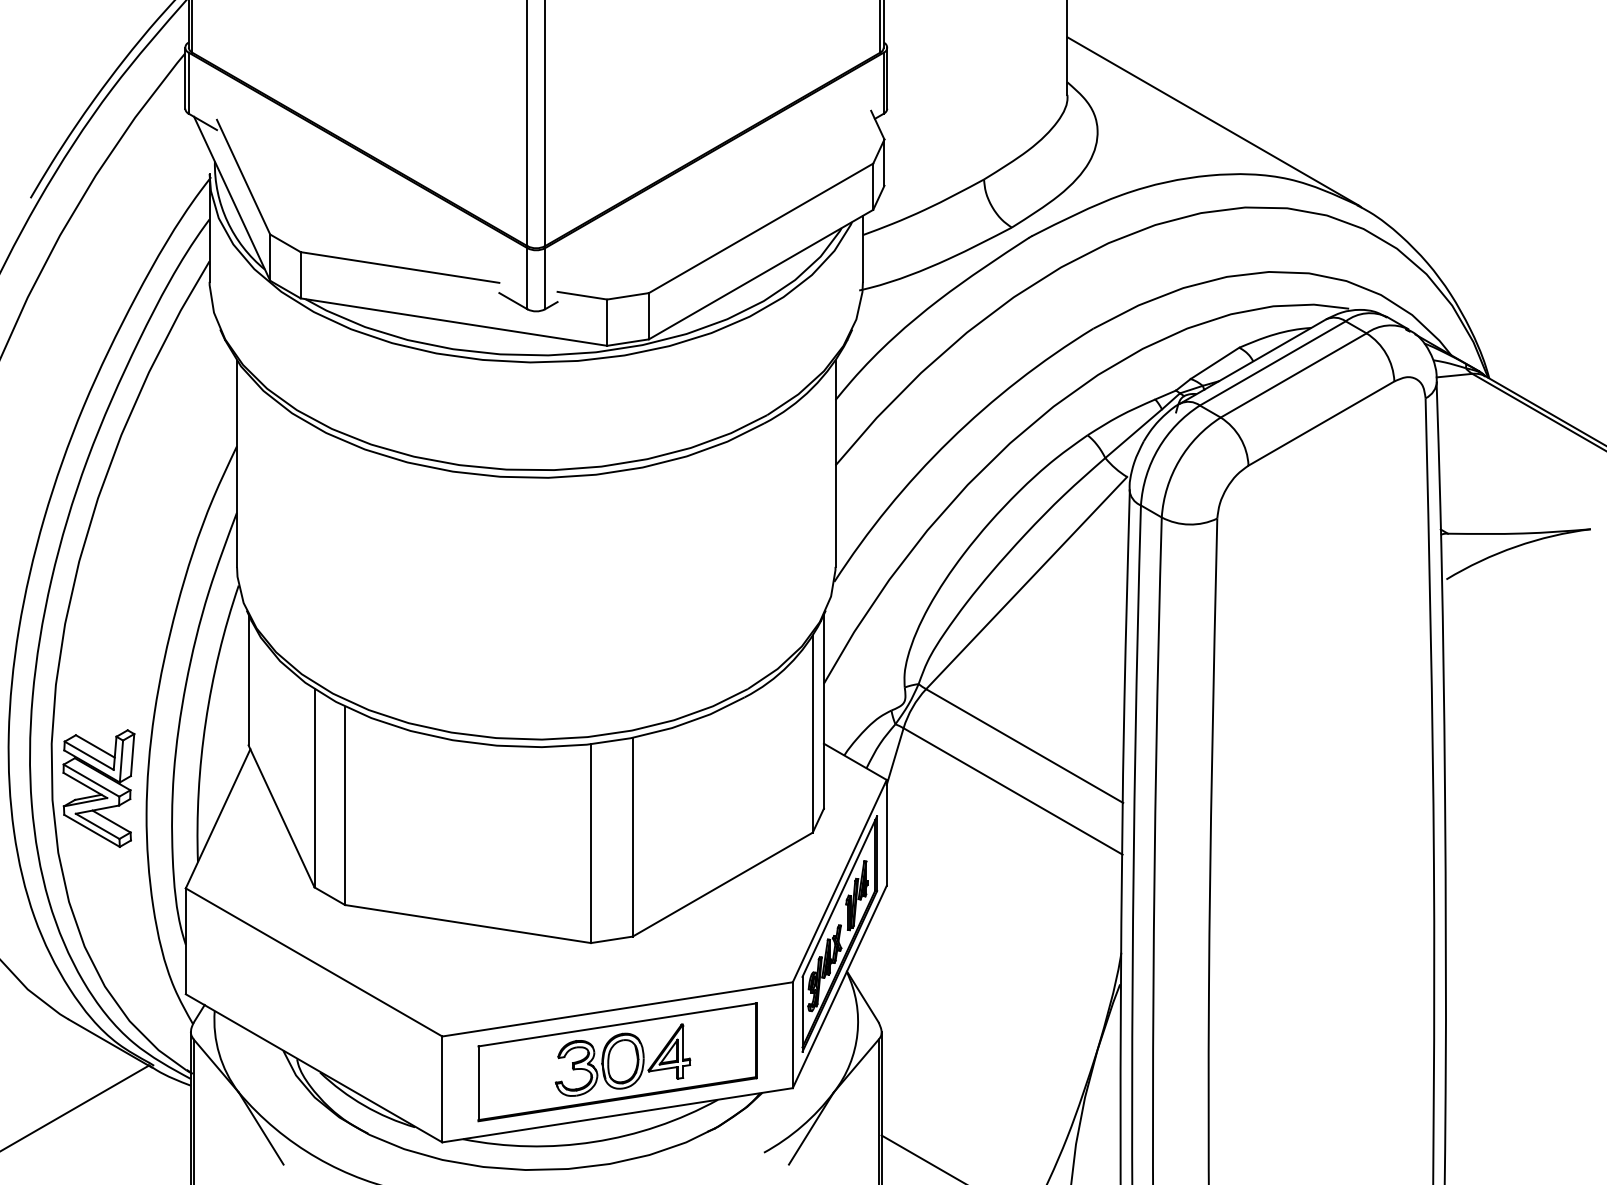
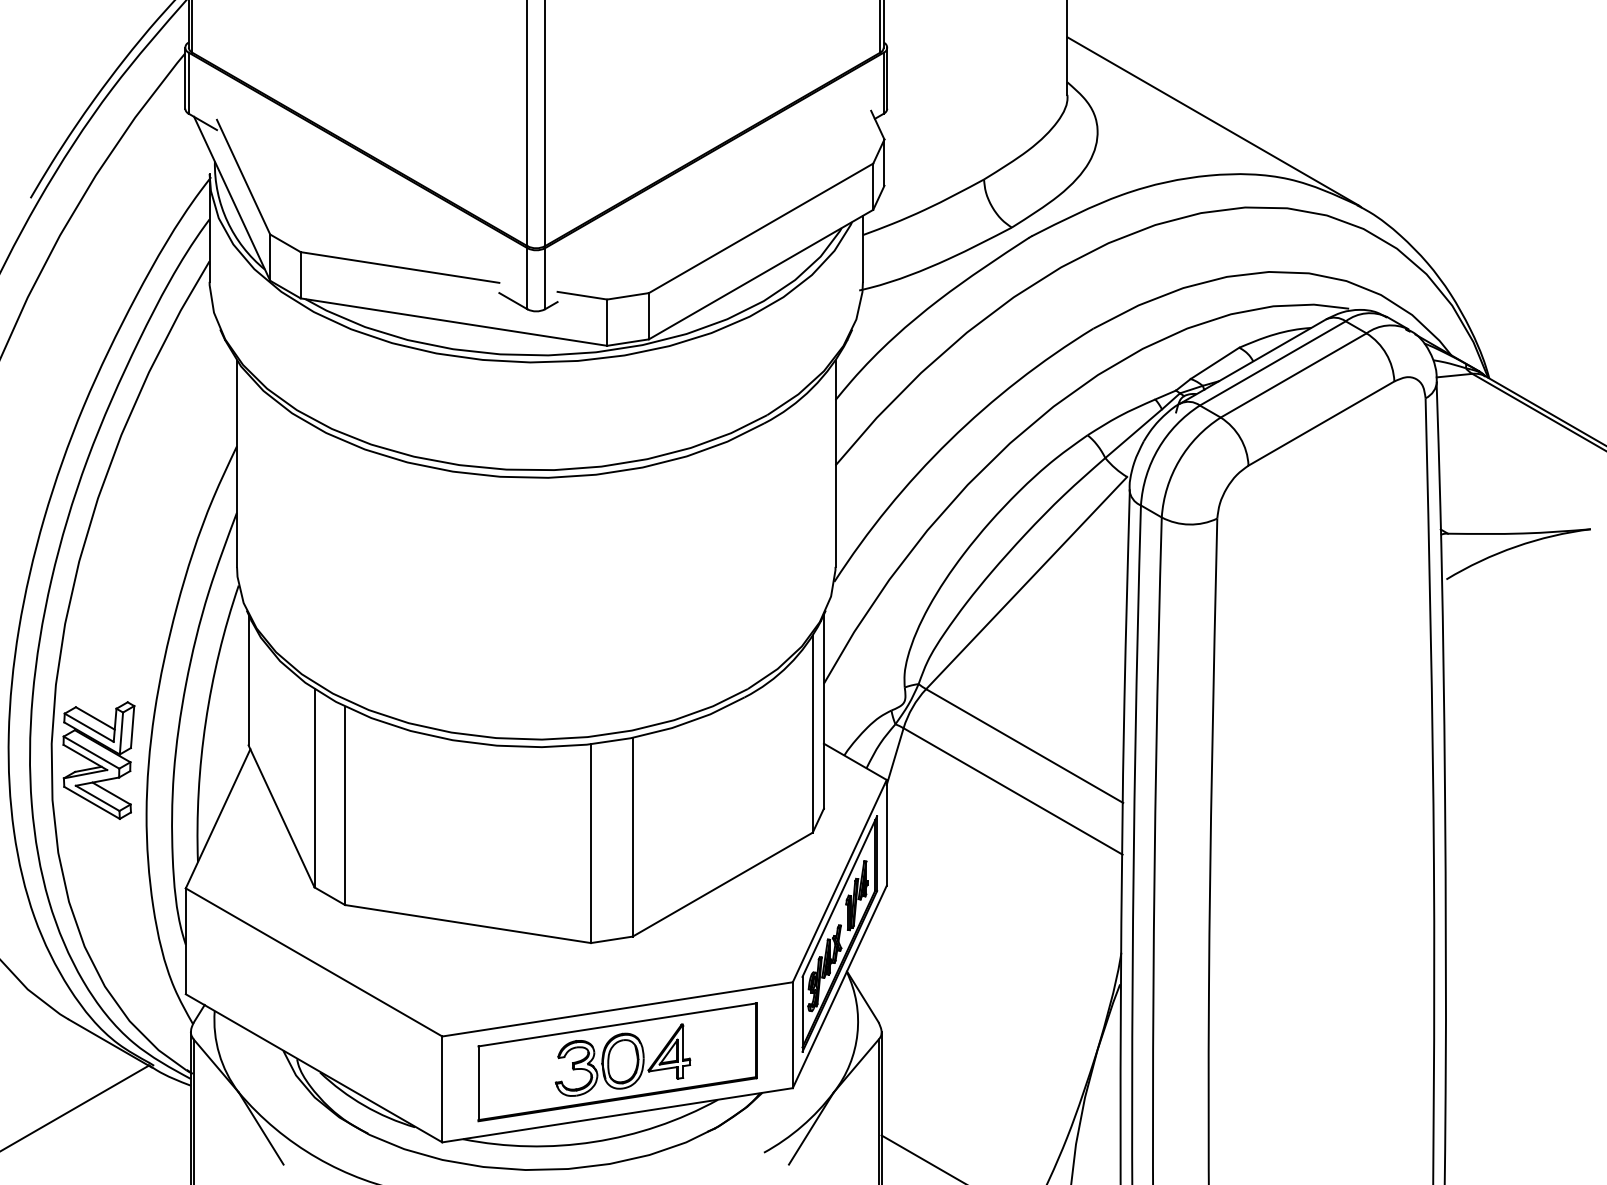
part at (98, 788) position: (98, 788) -> (98, 760)
